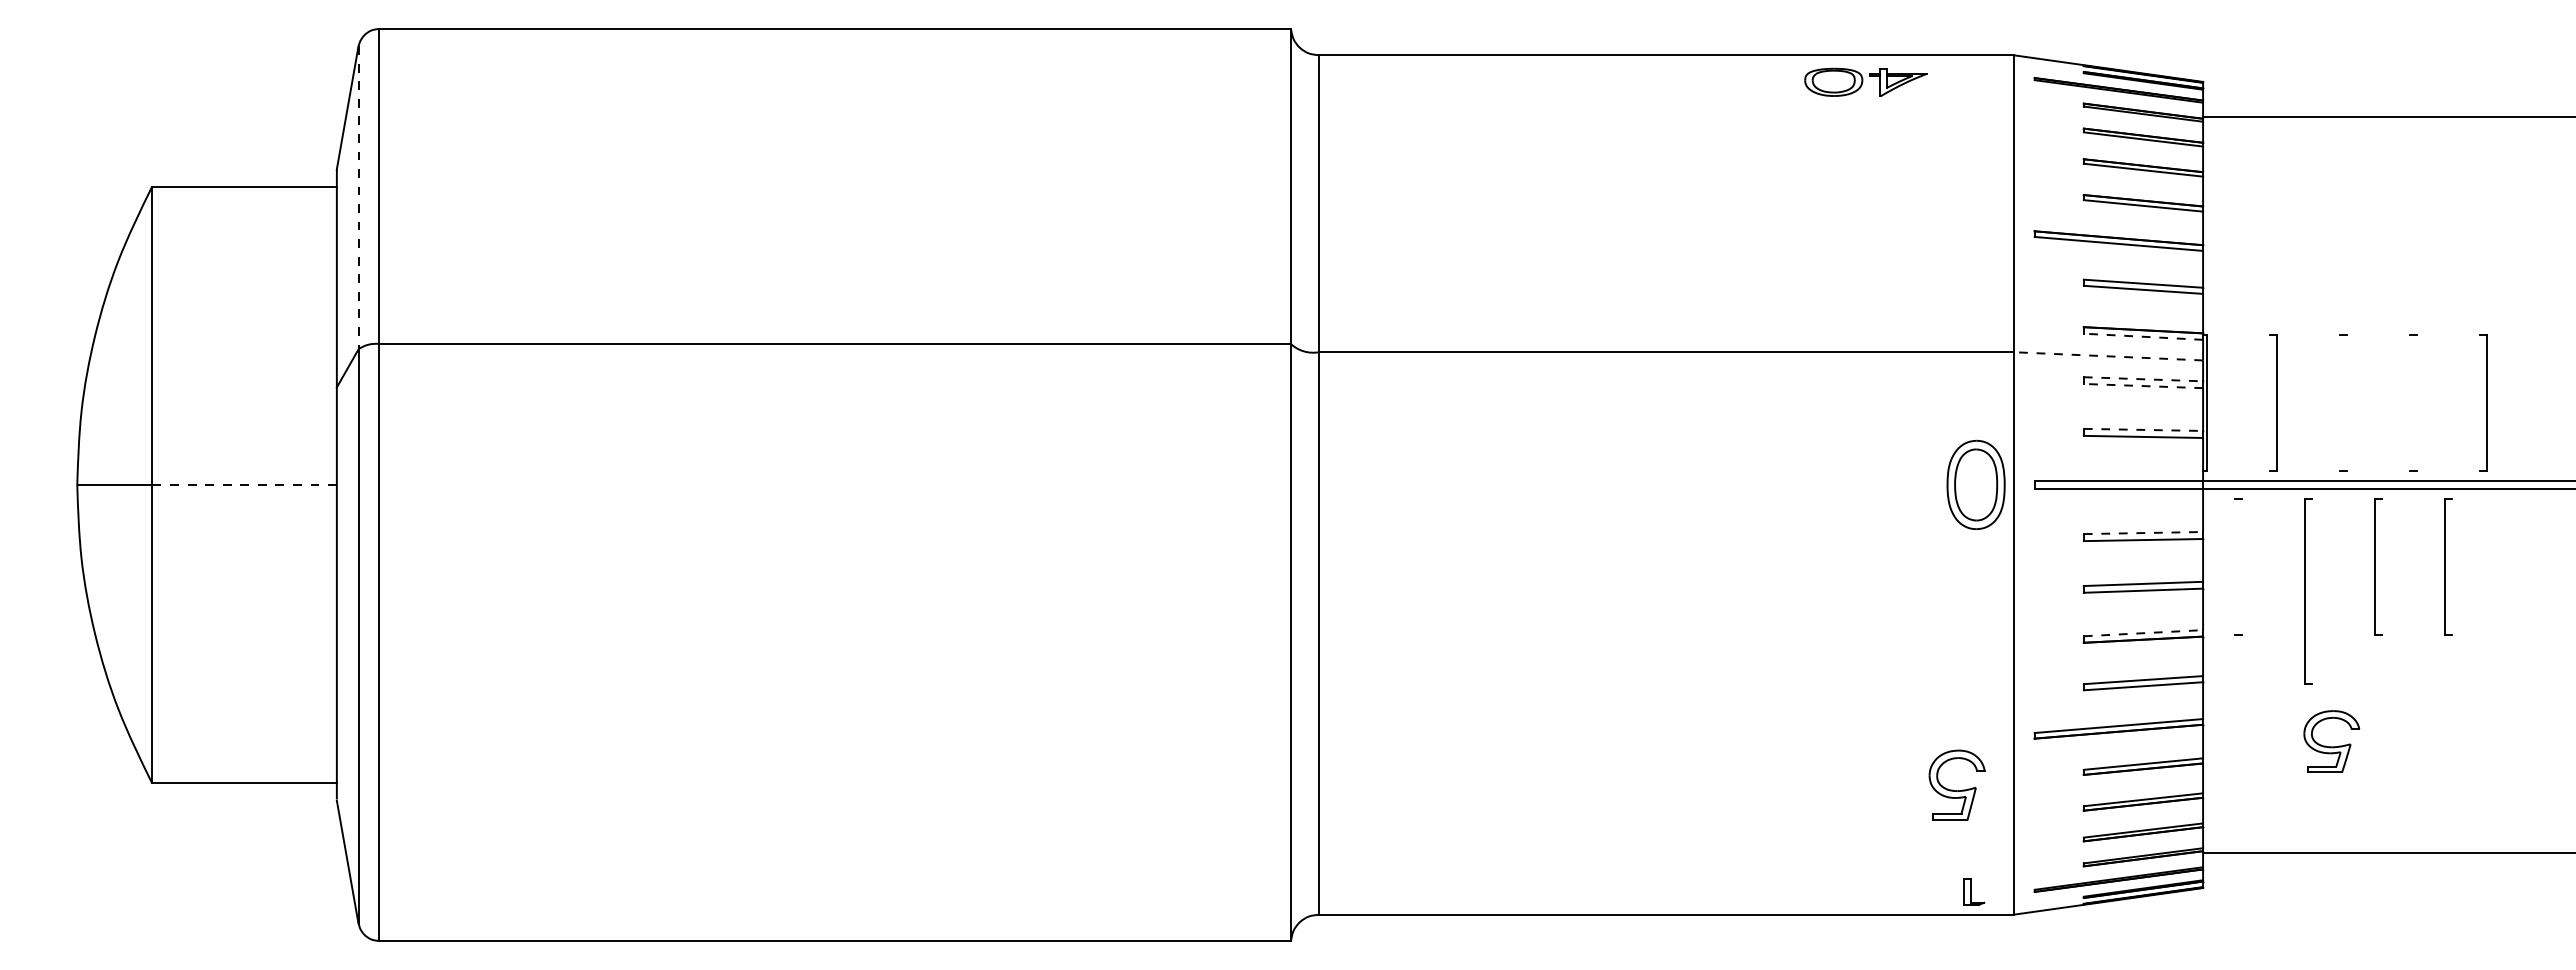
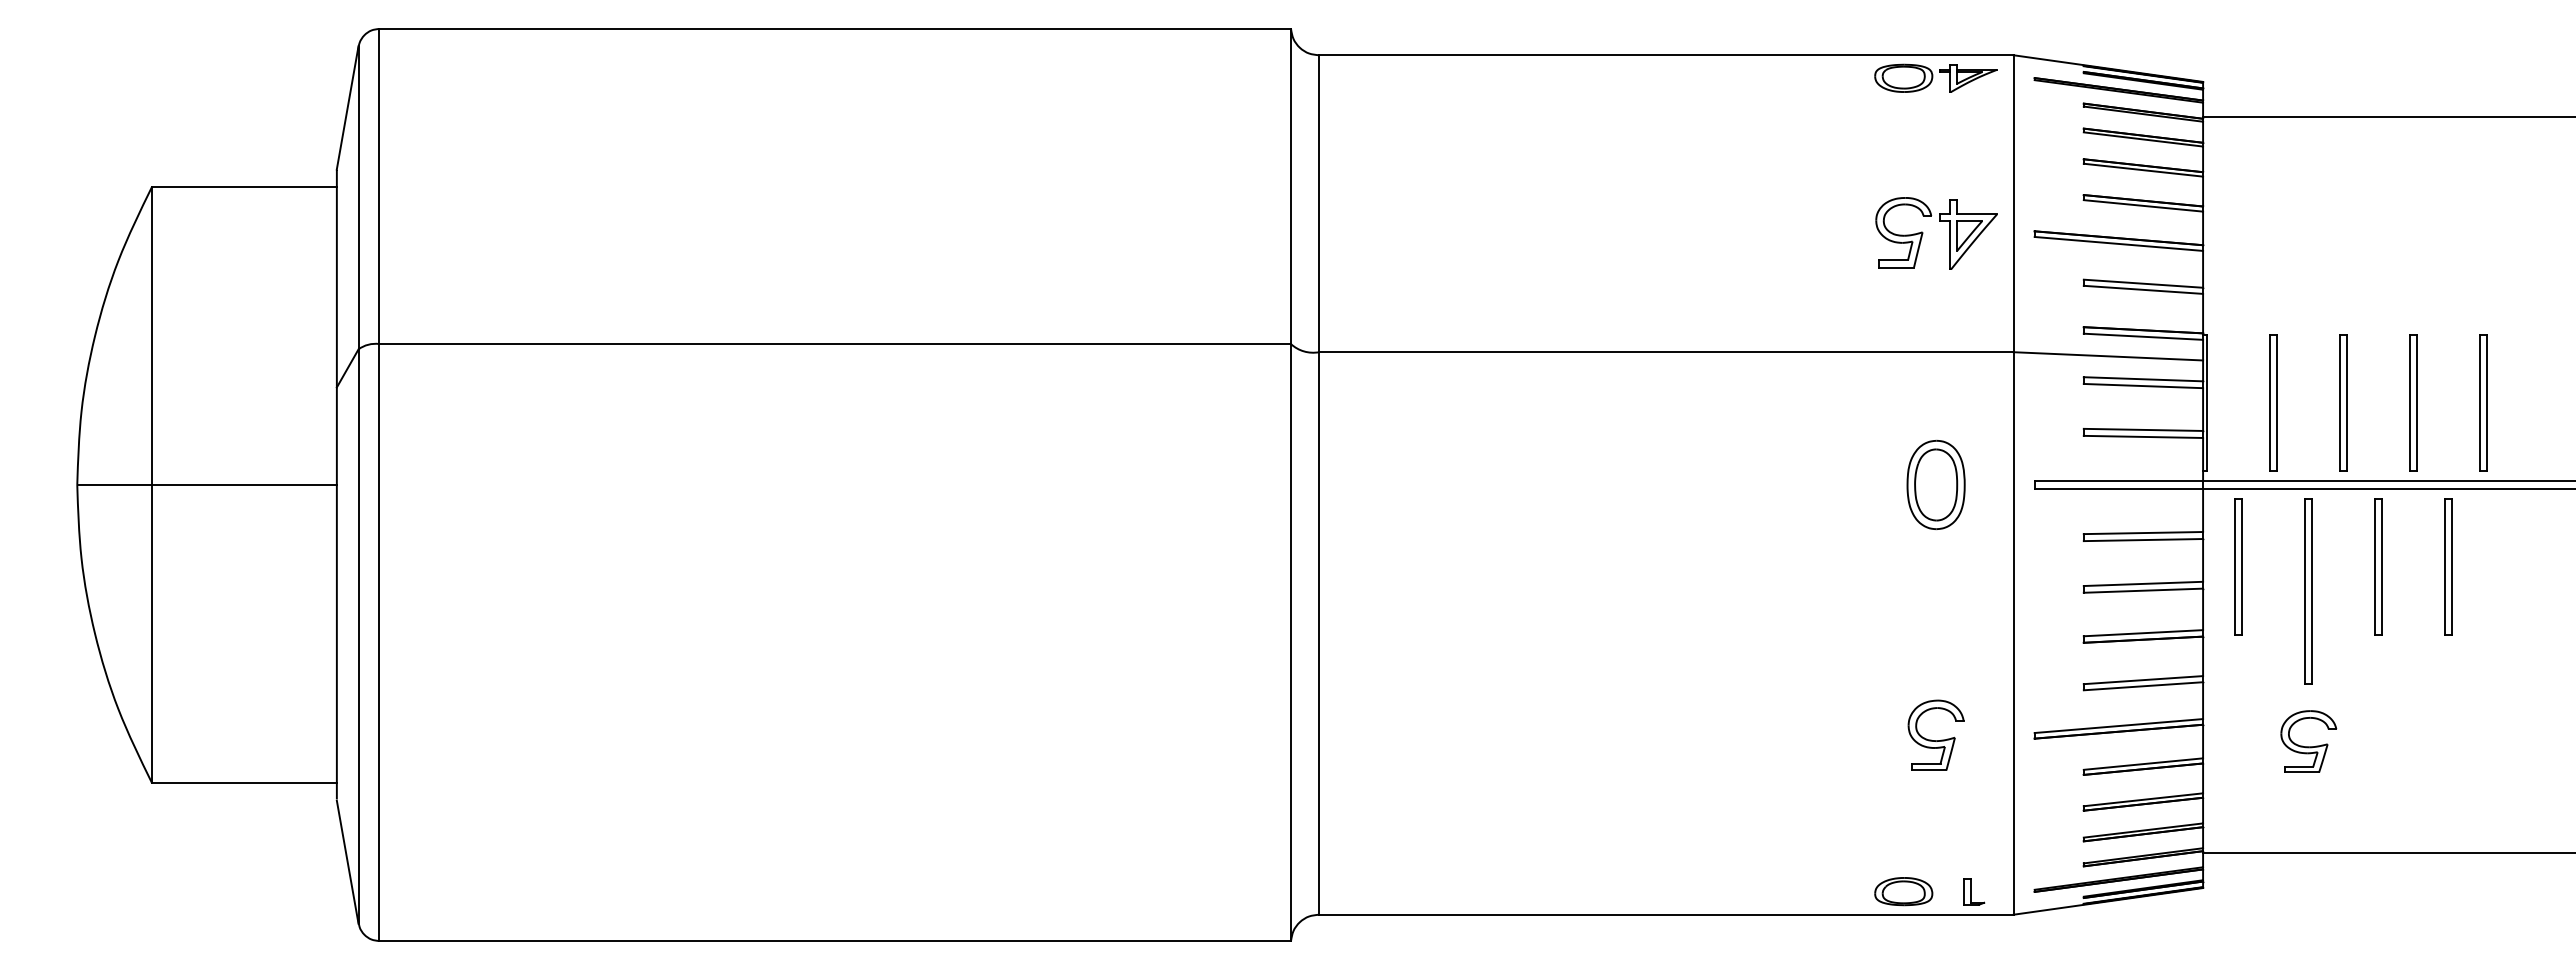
part at (1865, 81) position: (1865, 81) -> (1935, 77)
line at (358, 197): dashed -> solid
part at (1939, 221): none -> present
line at (2143, 336): dashed -> solid
line at (2108, 356): dashed -> solid
line at (2143, 379): dashed -> solid
line at (2143, 386): dashed -> solid
line at (2269, 402): none -> present
line at (2339, 402): none -> present
line at (2346, 402): none -> present
line at (2410, 402): none -> present
line at (2417, 402): none -> present
line at (2480, 402): none -> present
line at (2143, 429): dashed -> solid
line at (243, 484): dashed -> solid
part at (1975, 484) position: (1975, 484) -> (1935, 484)
line at (2143, 533): dashed -> solid
line at (2234, 566): none -> present
line at (2241, 566): none -> present
line at (2381, 566): none -> present
line at (2452, 566): none -> present
line at (2311, 591): none -> present
line at (2143, 633): dashed -> solid
part at (2331, 741) position: (2331, 741) -> (2308, 741)
part at (1956, 784) position: (1956, 784) -> (1935, 734)
part at (1903, 891): none -> present
